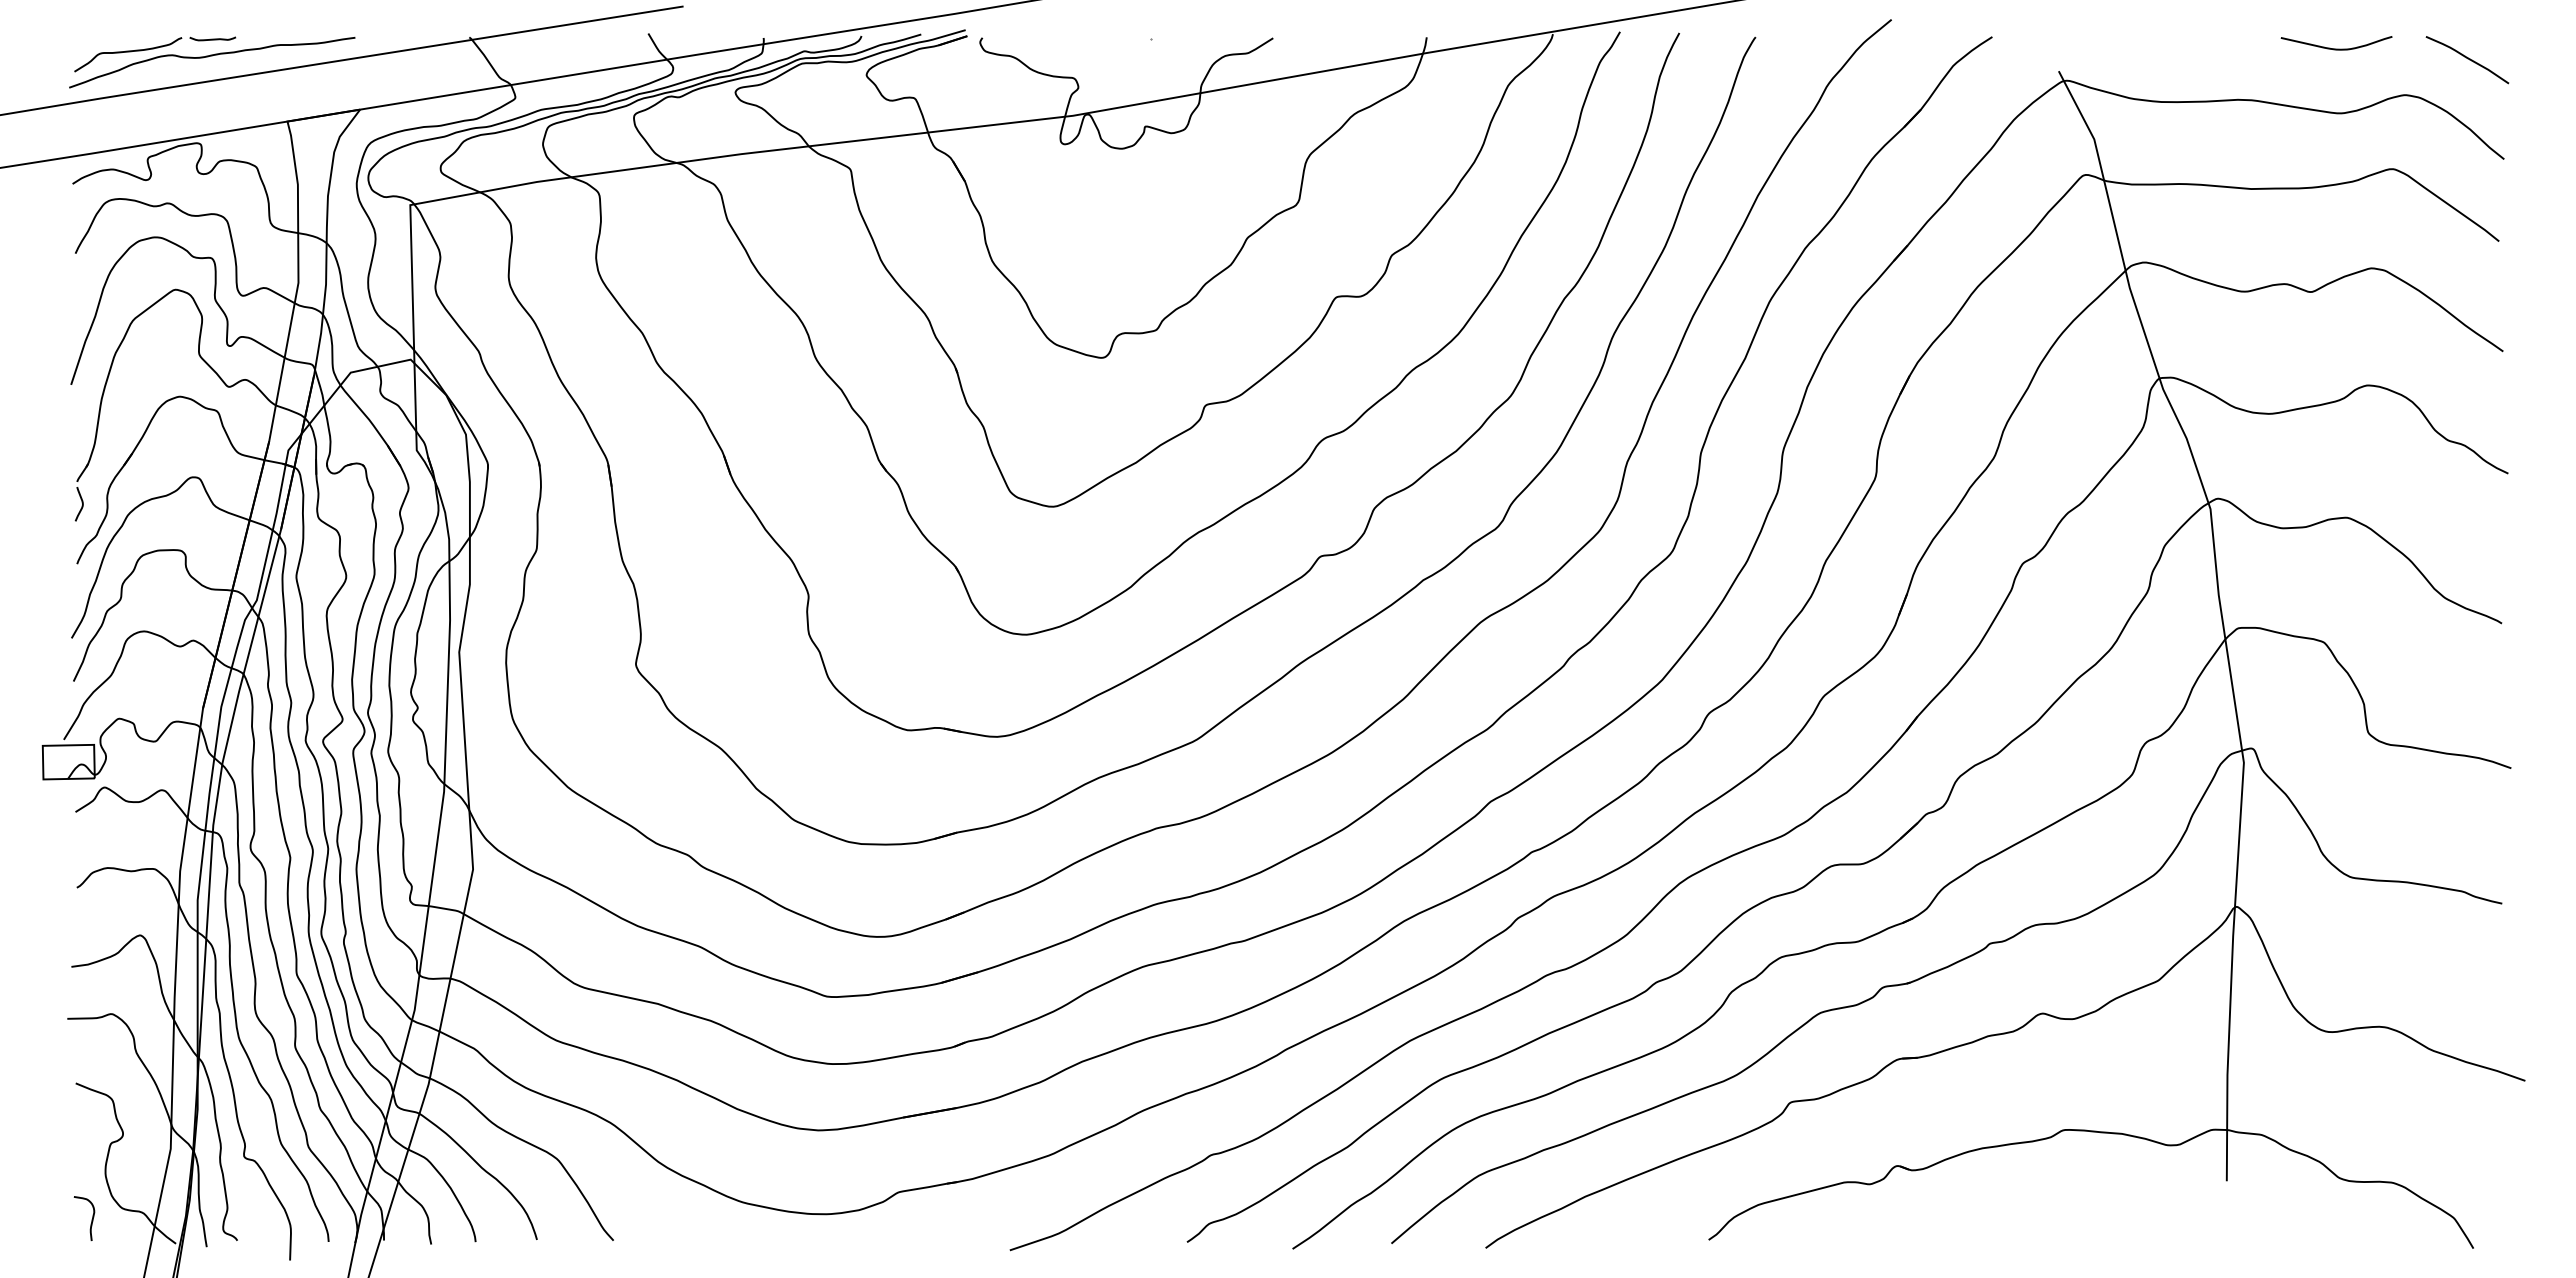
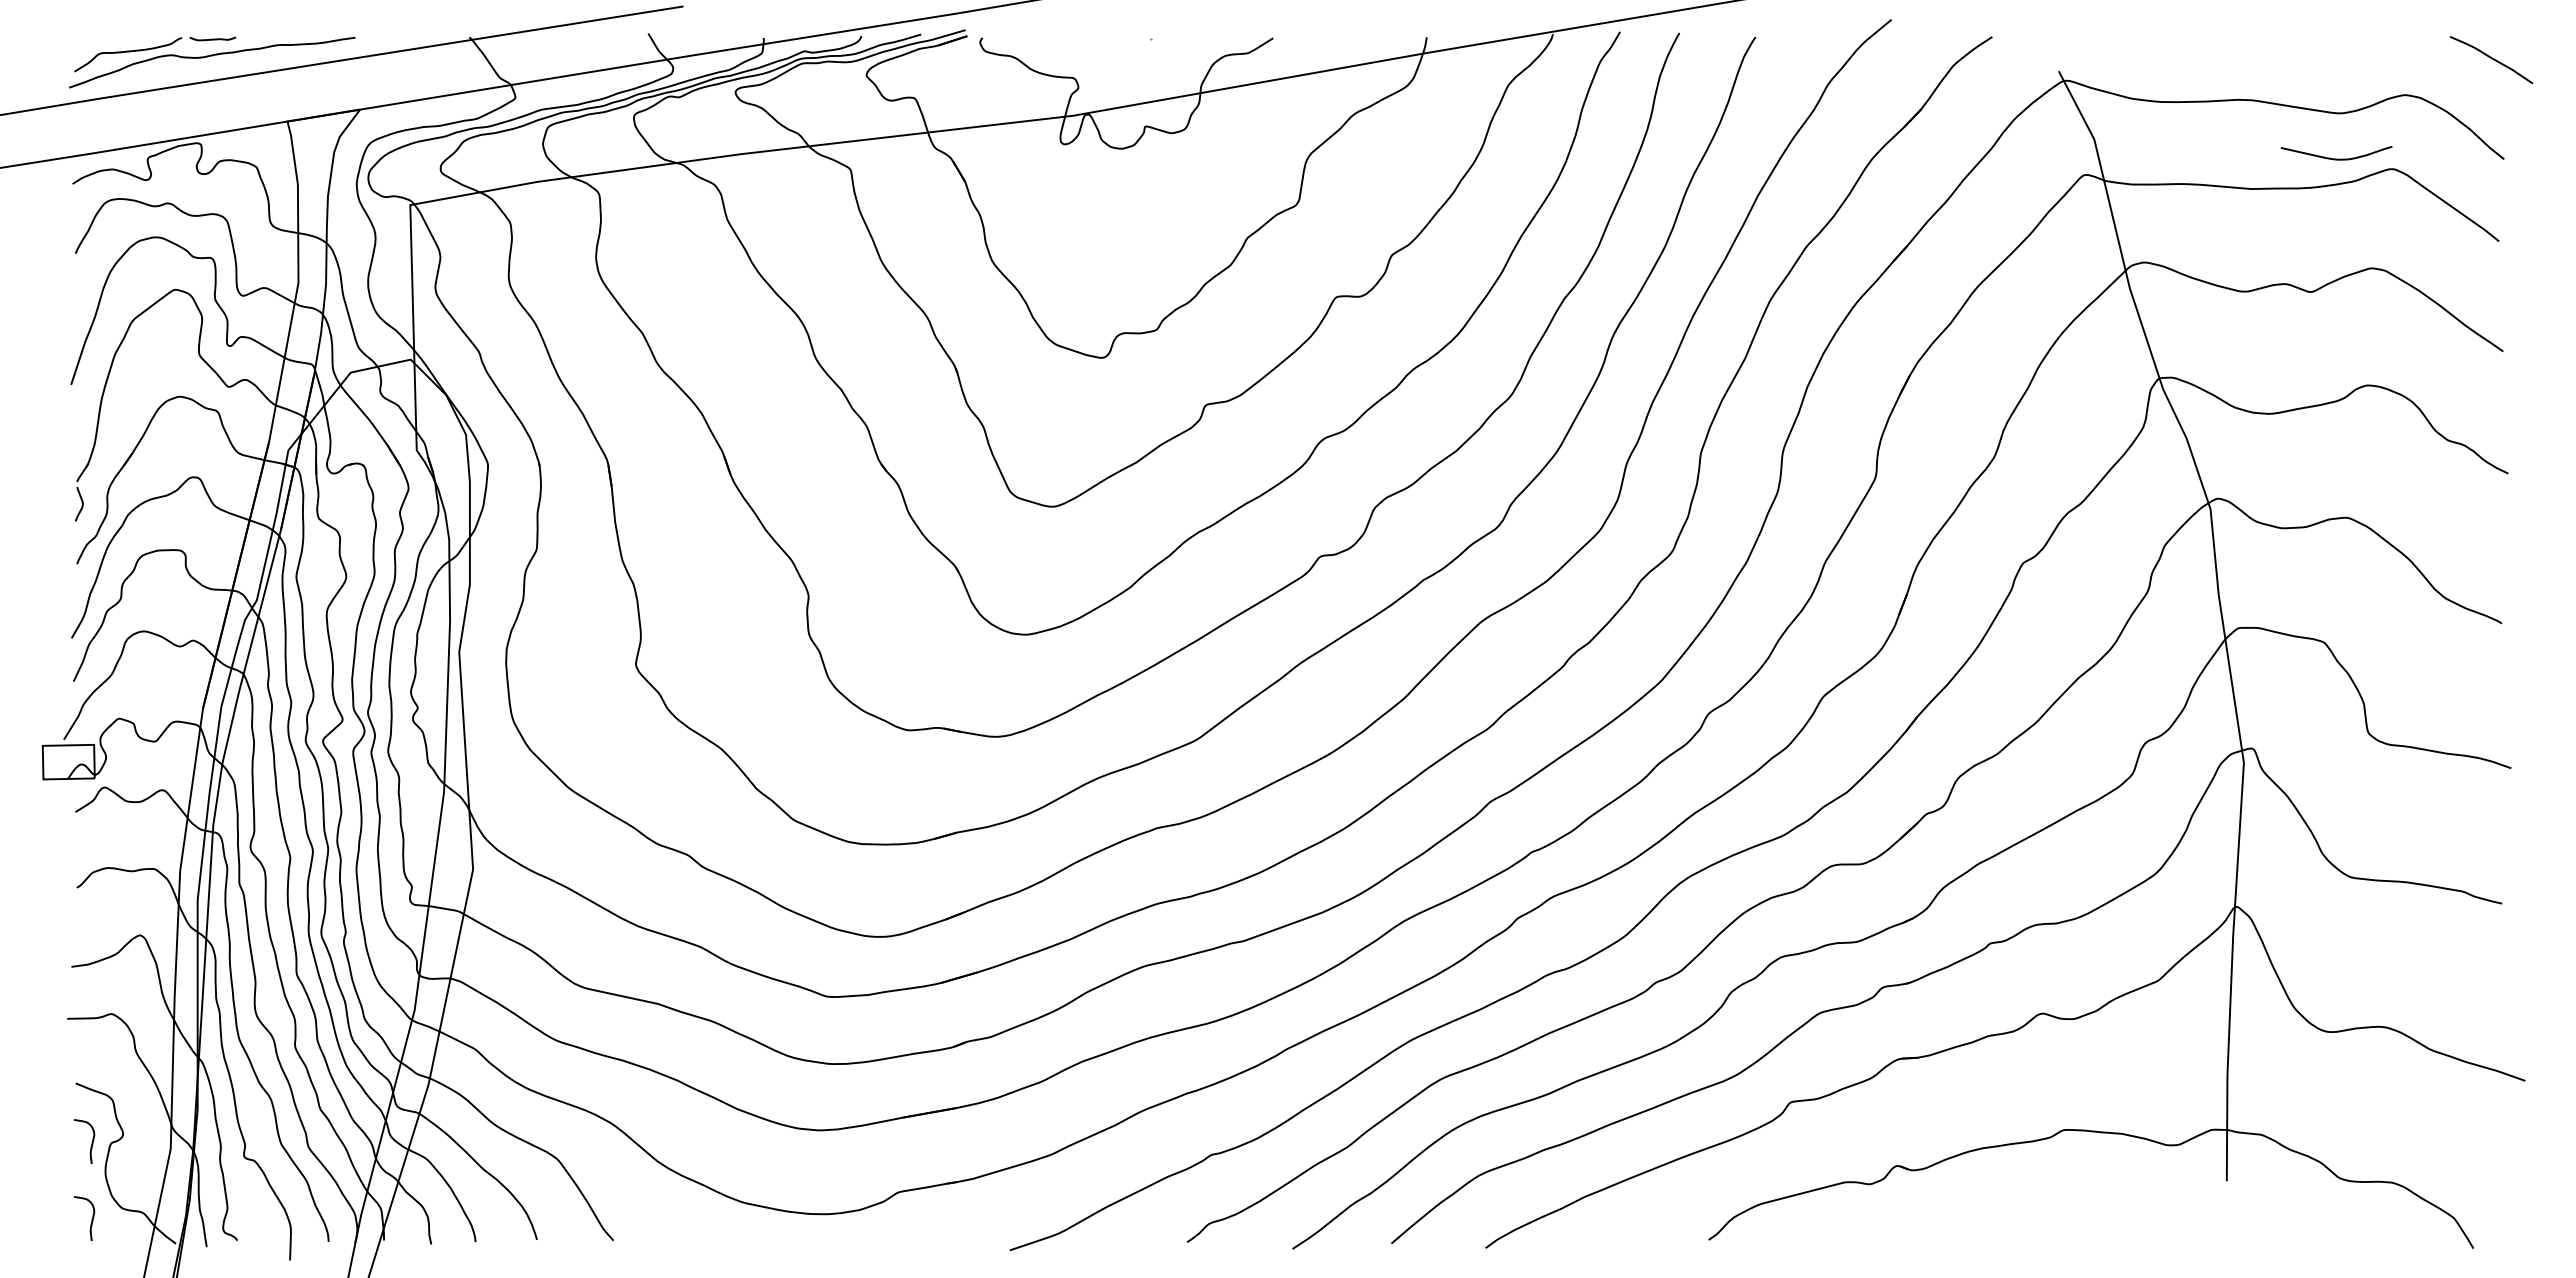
curve at (2336, 48) position: (2336, 48) -> (2336, 158)
curve at (2467, 59) position: (2467, 59) -> (2491, 59)
curve at (91, 1142): none -> present
